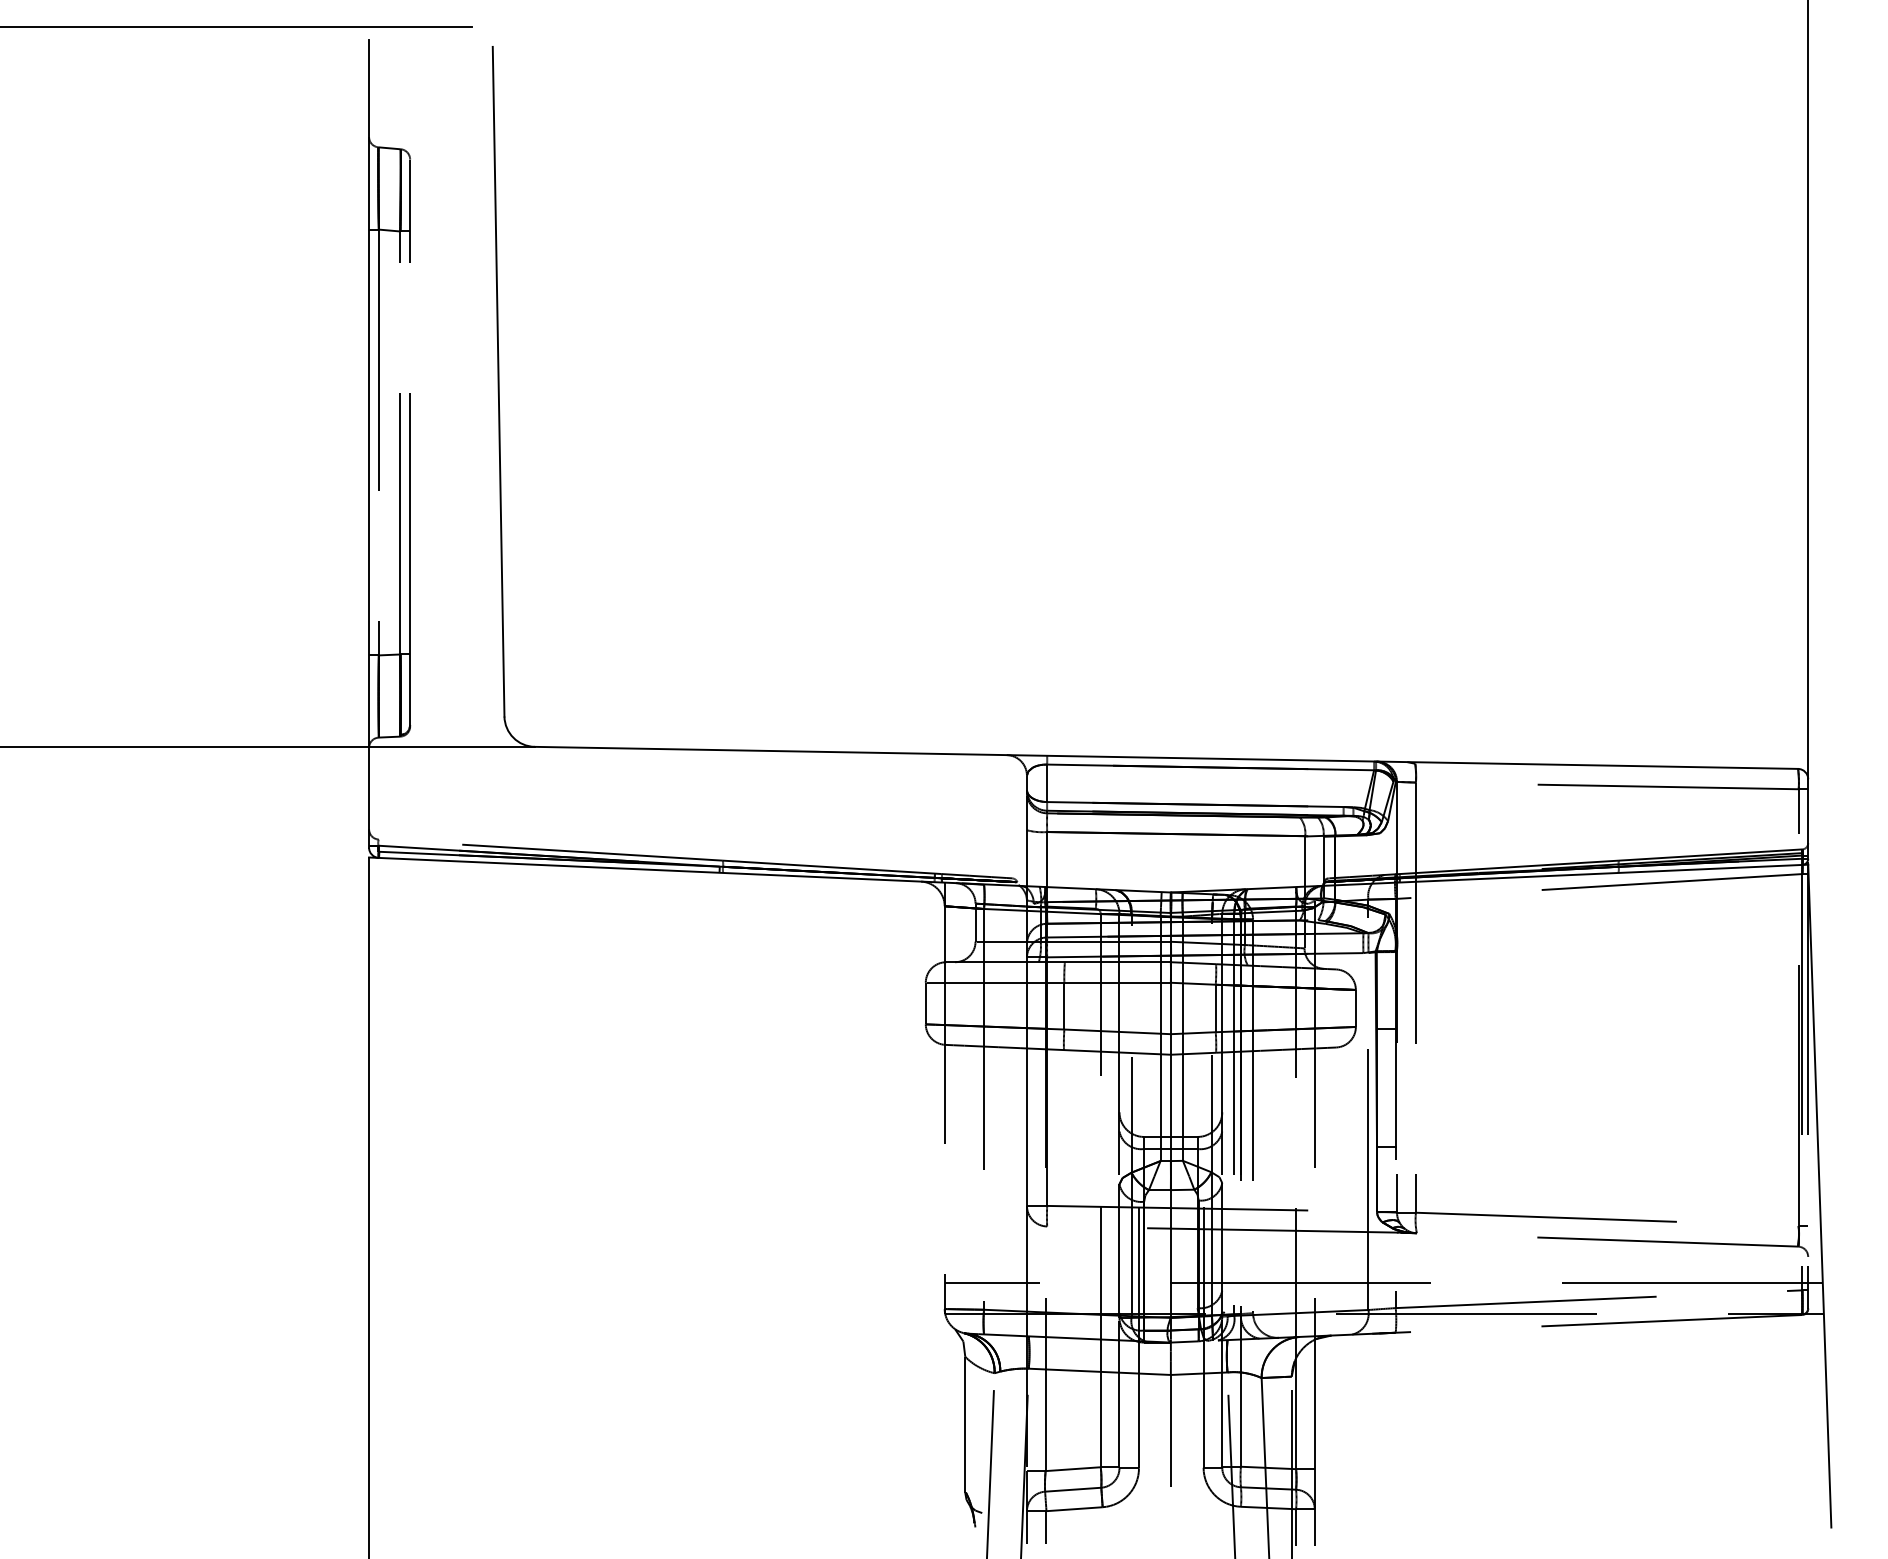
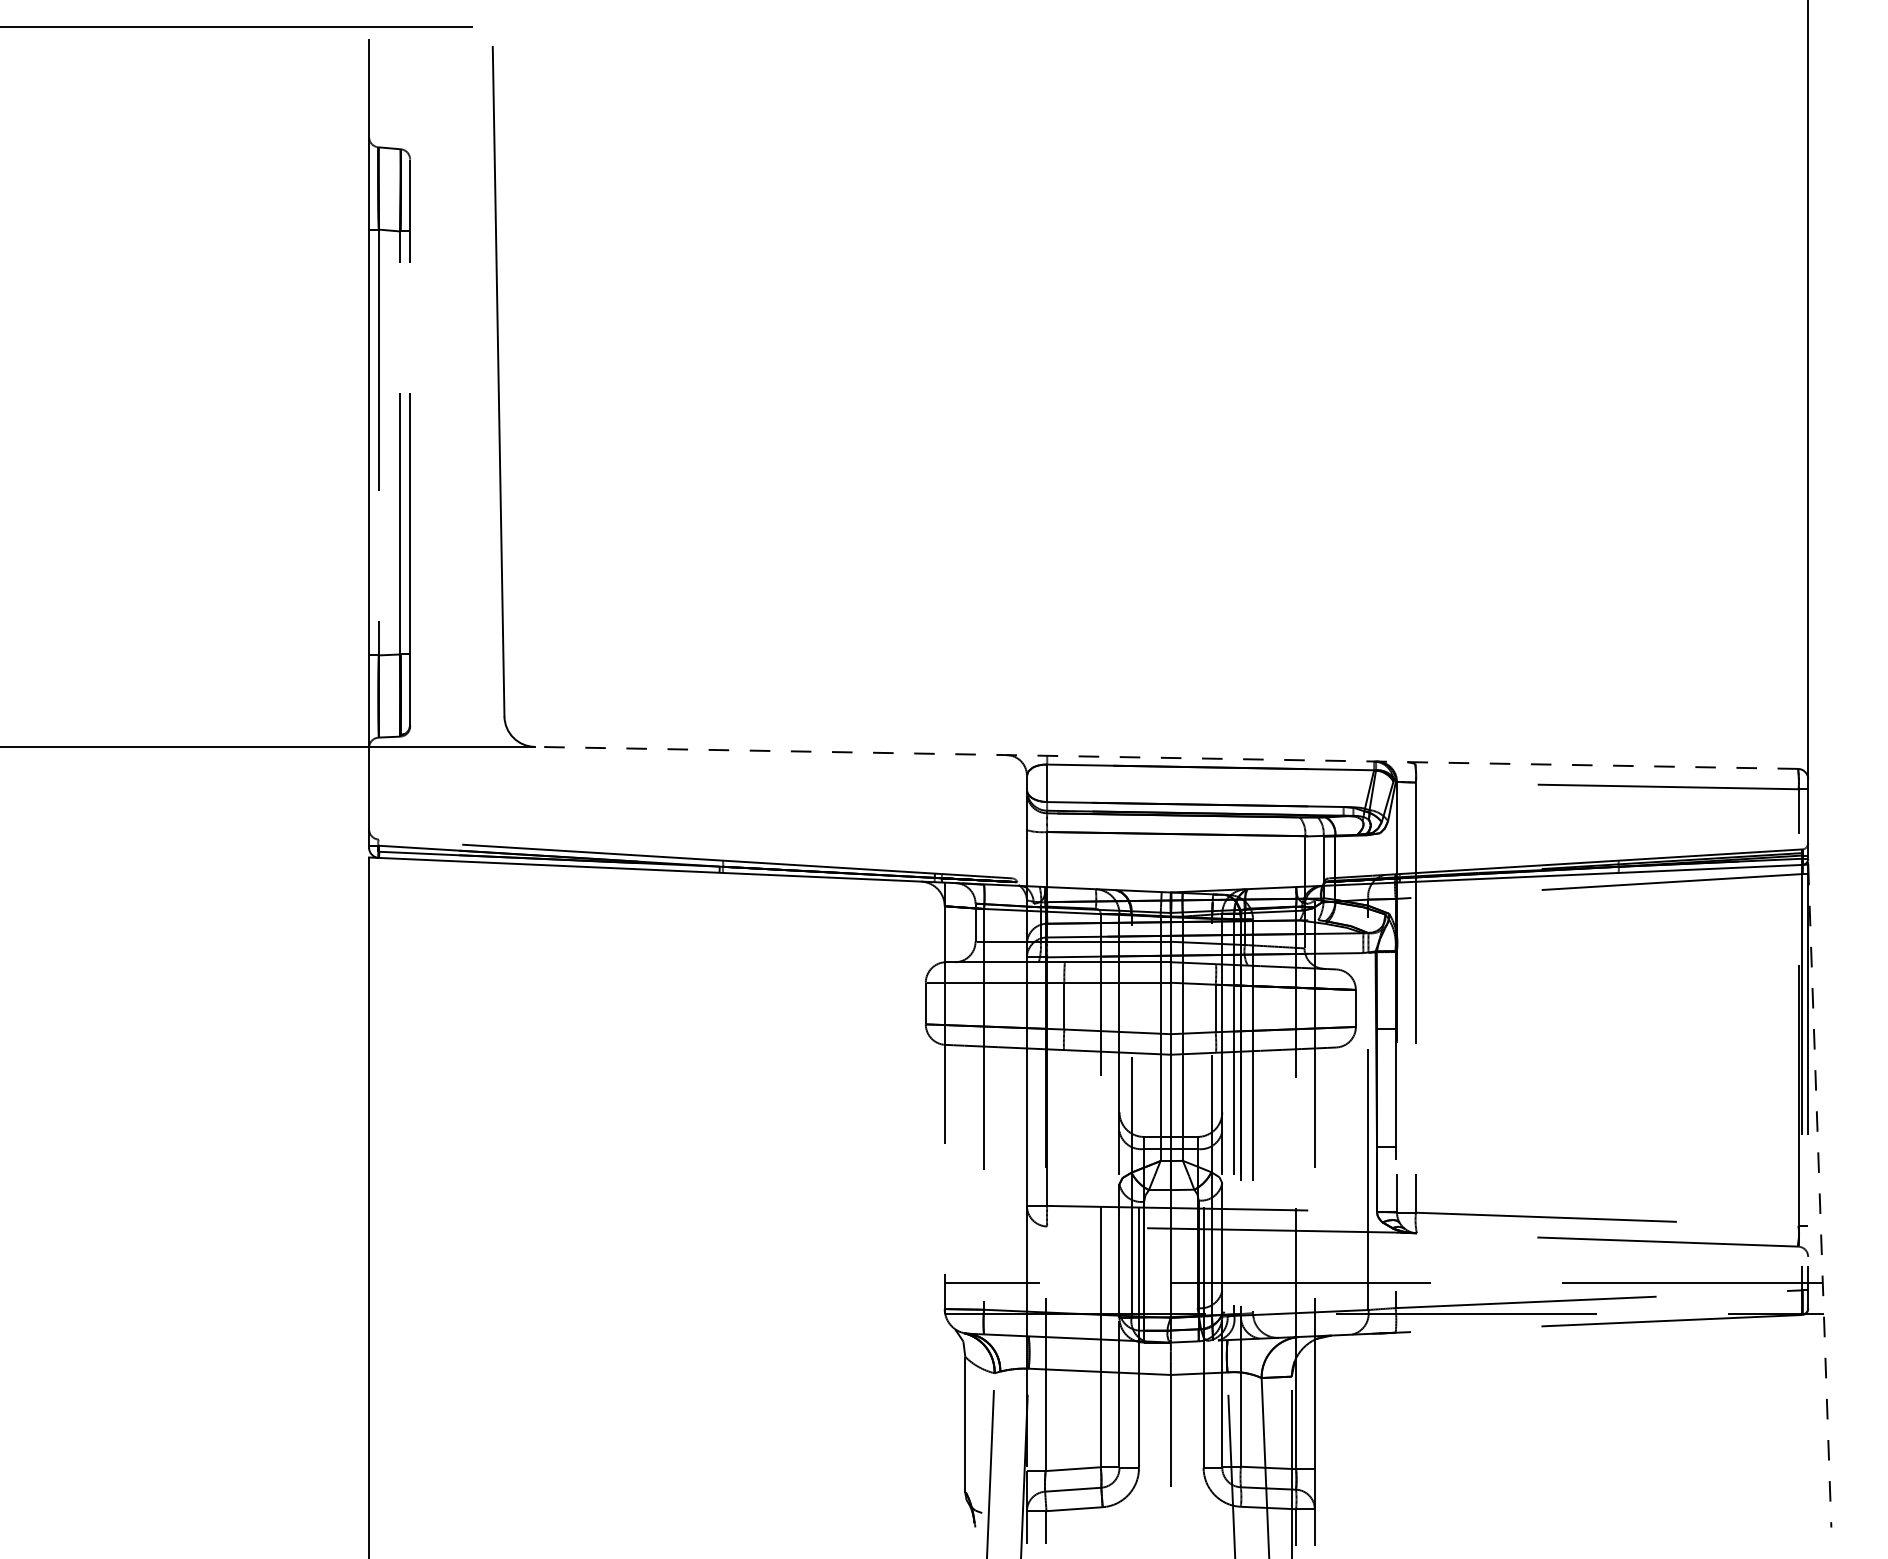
line at (1166, 757): solid -> dashed
line at (1819, 1196): solid -> dashed
